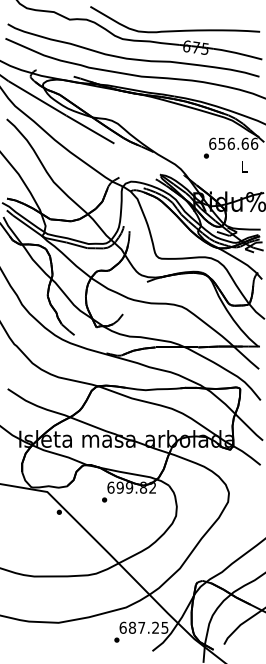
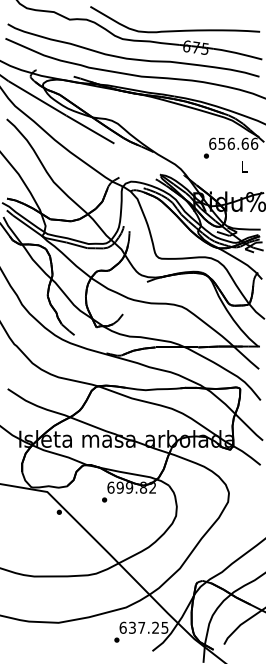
text at (132, 627): 687.25 -> 637.25
